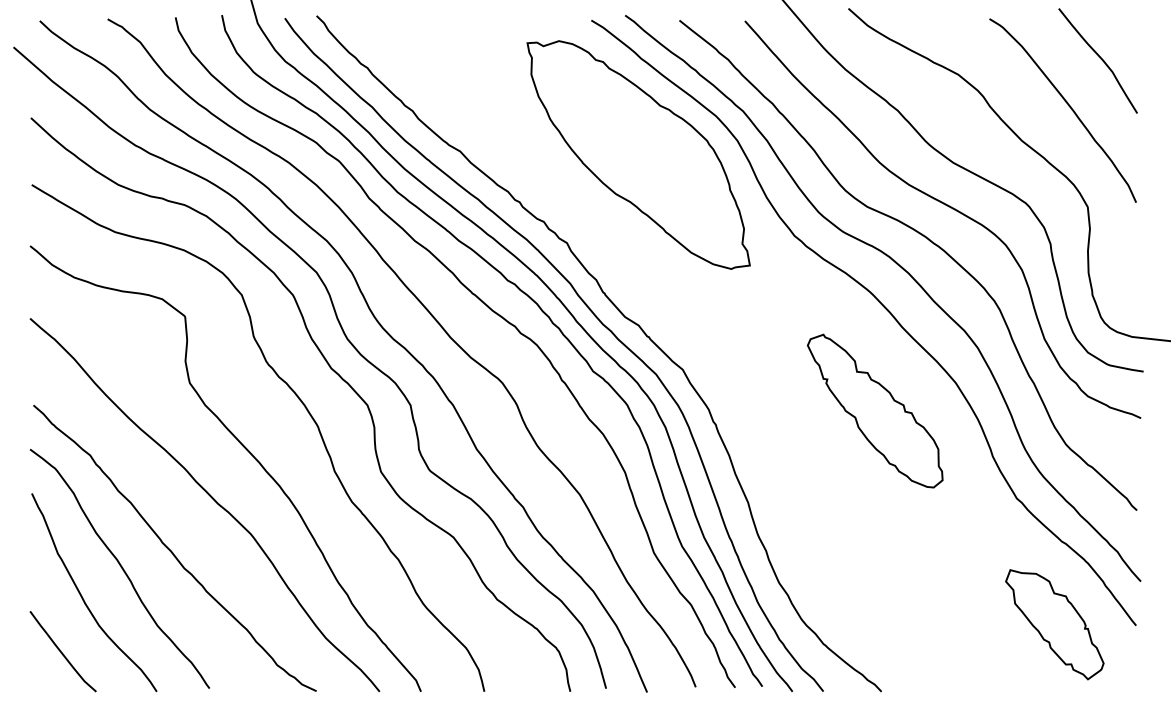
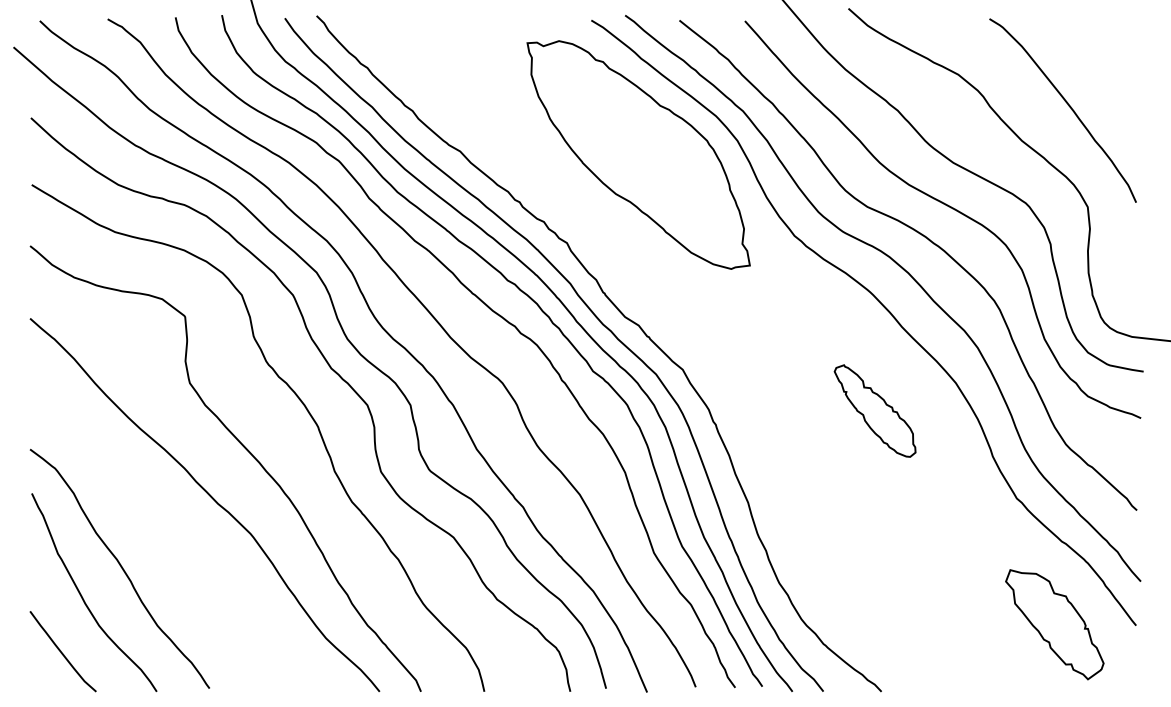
curve at (1100, 59): present -> none
part at (874, 410) size: 138x156 px -> 84x94 px
curve at (171, 550): present -> none
